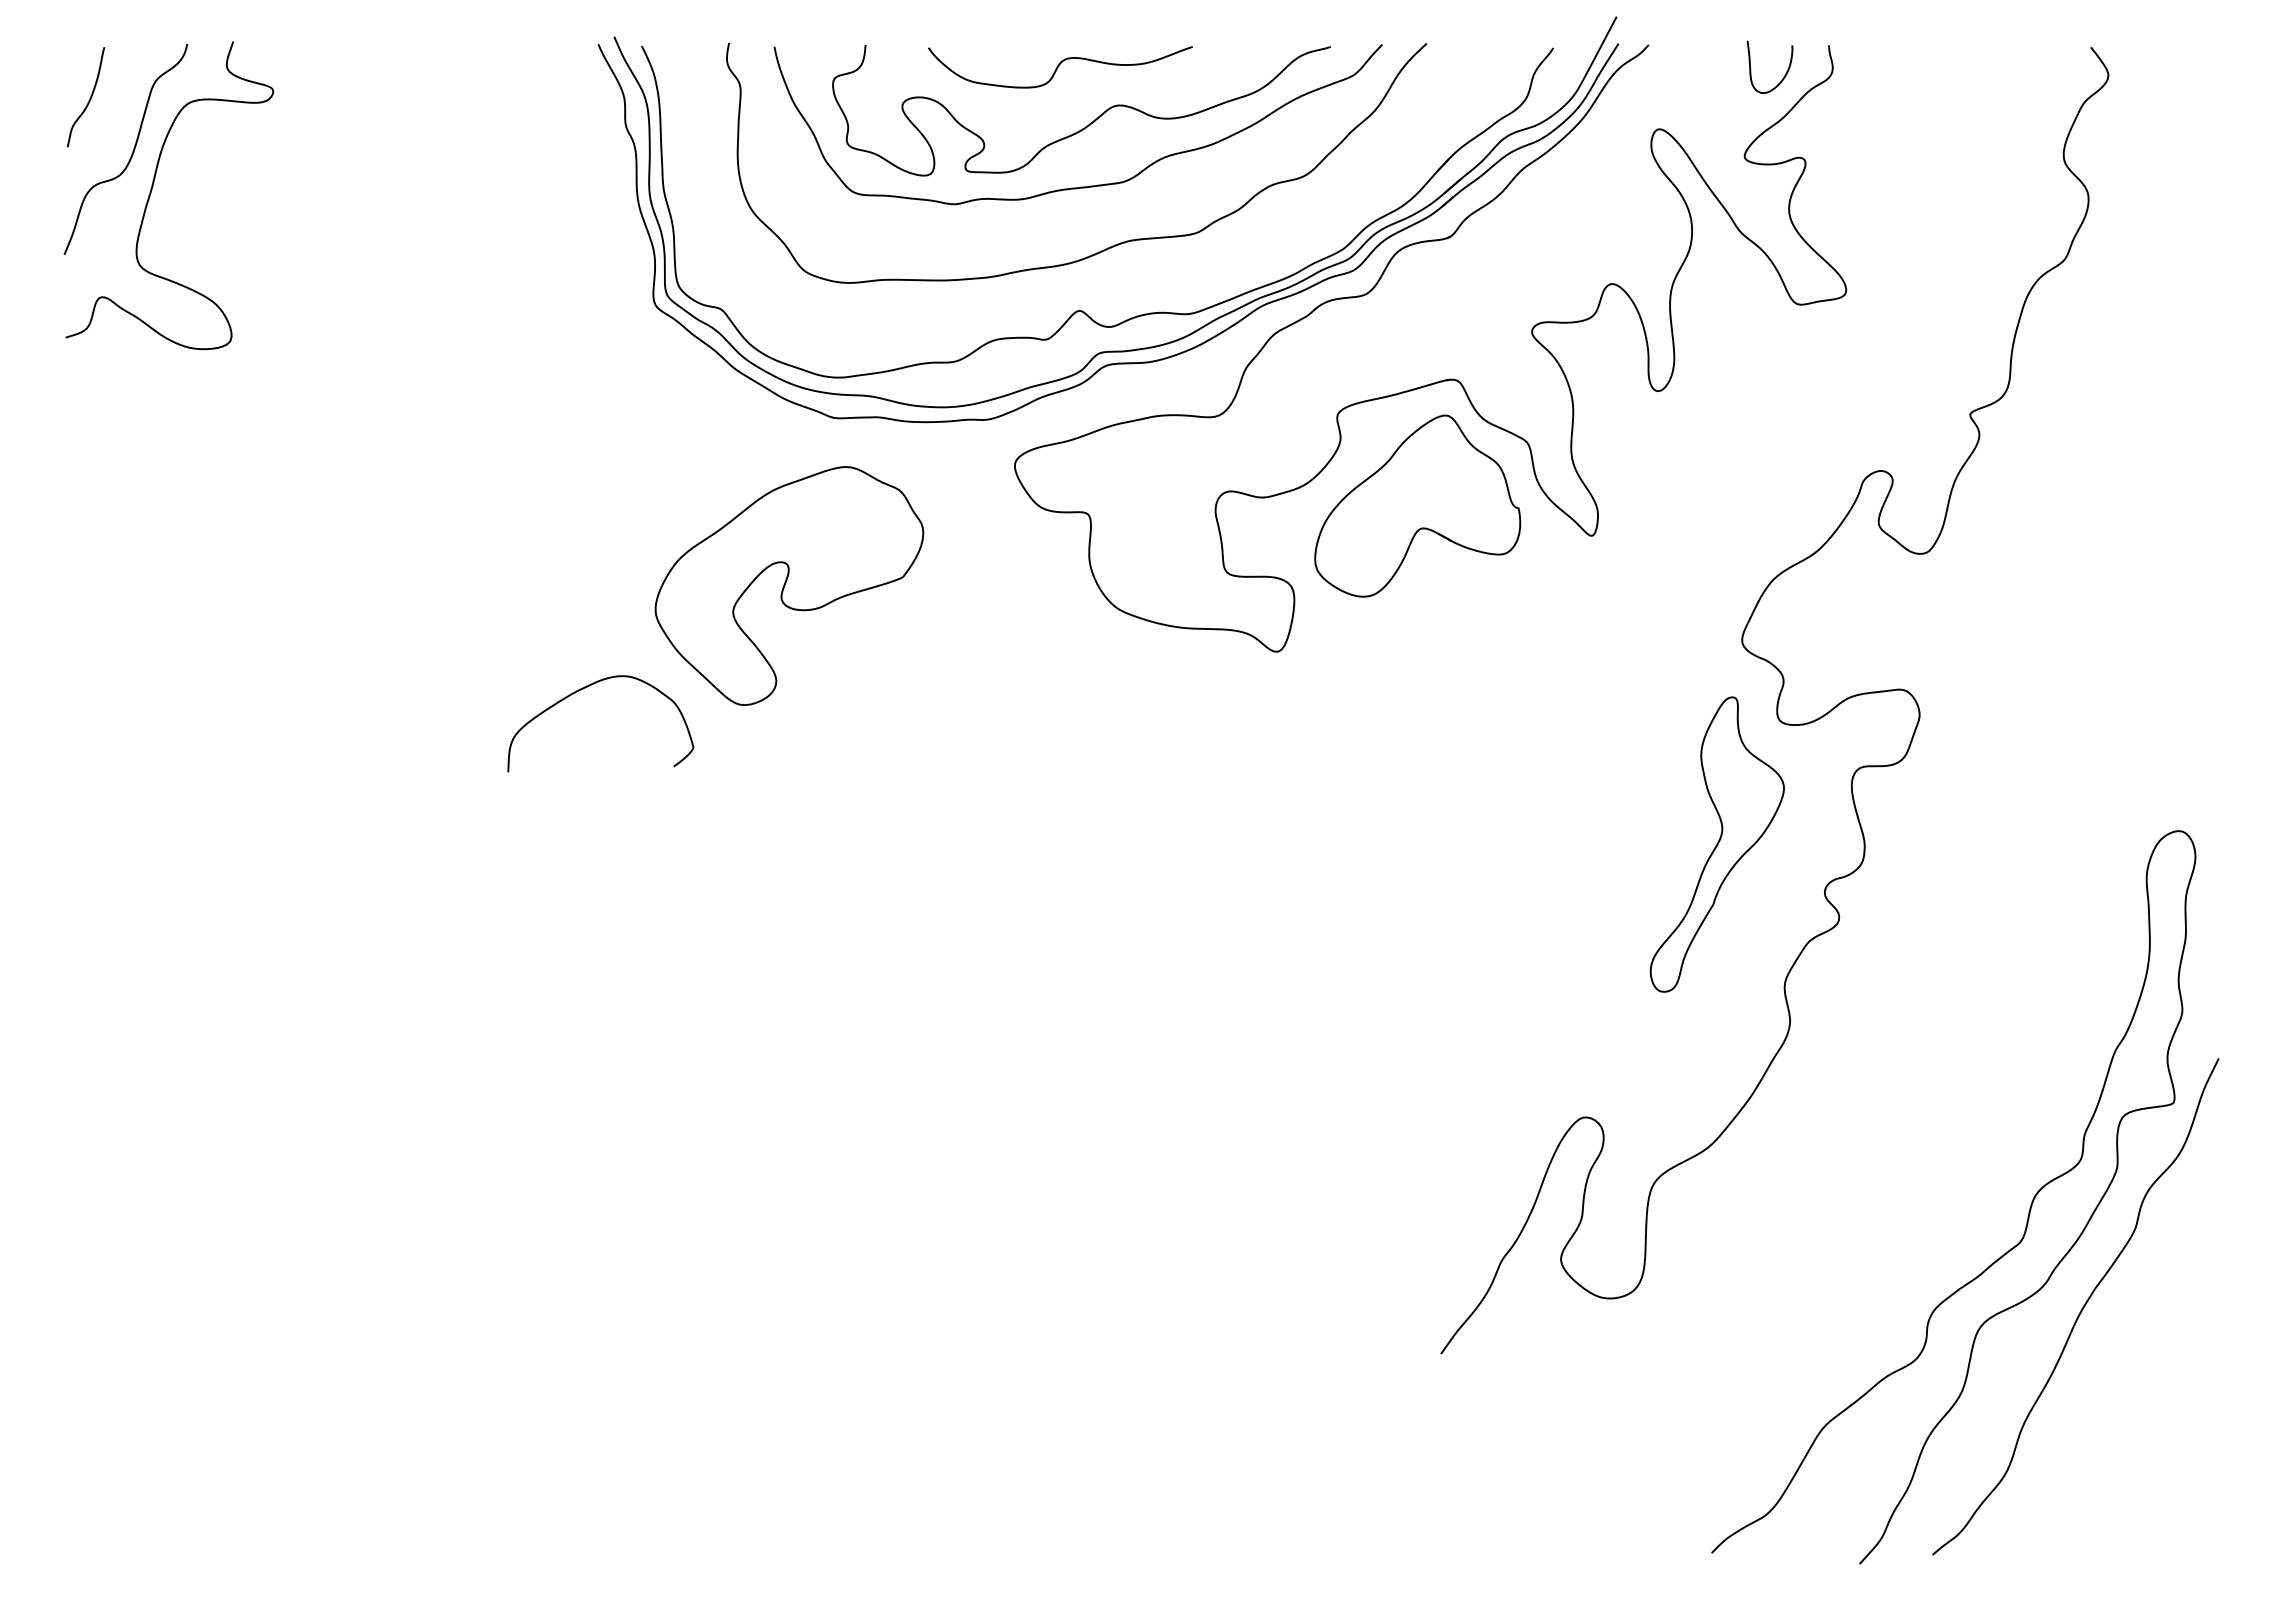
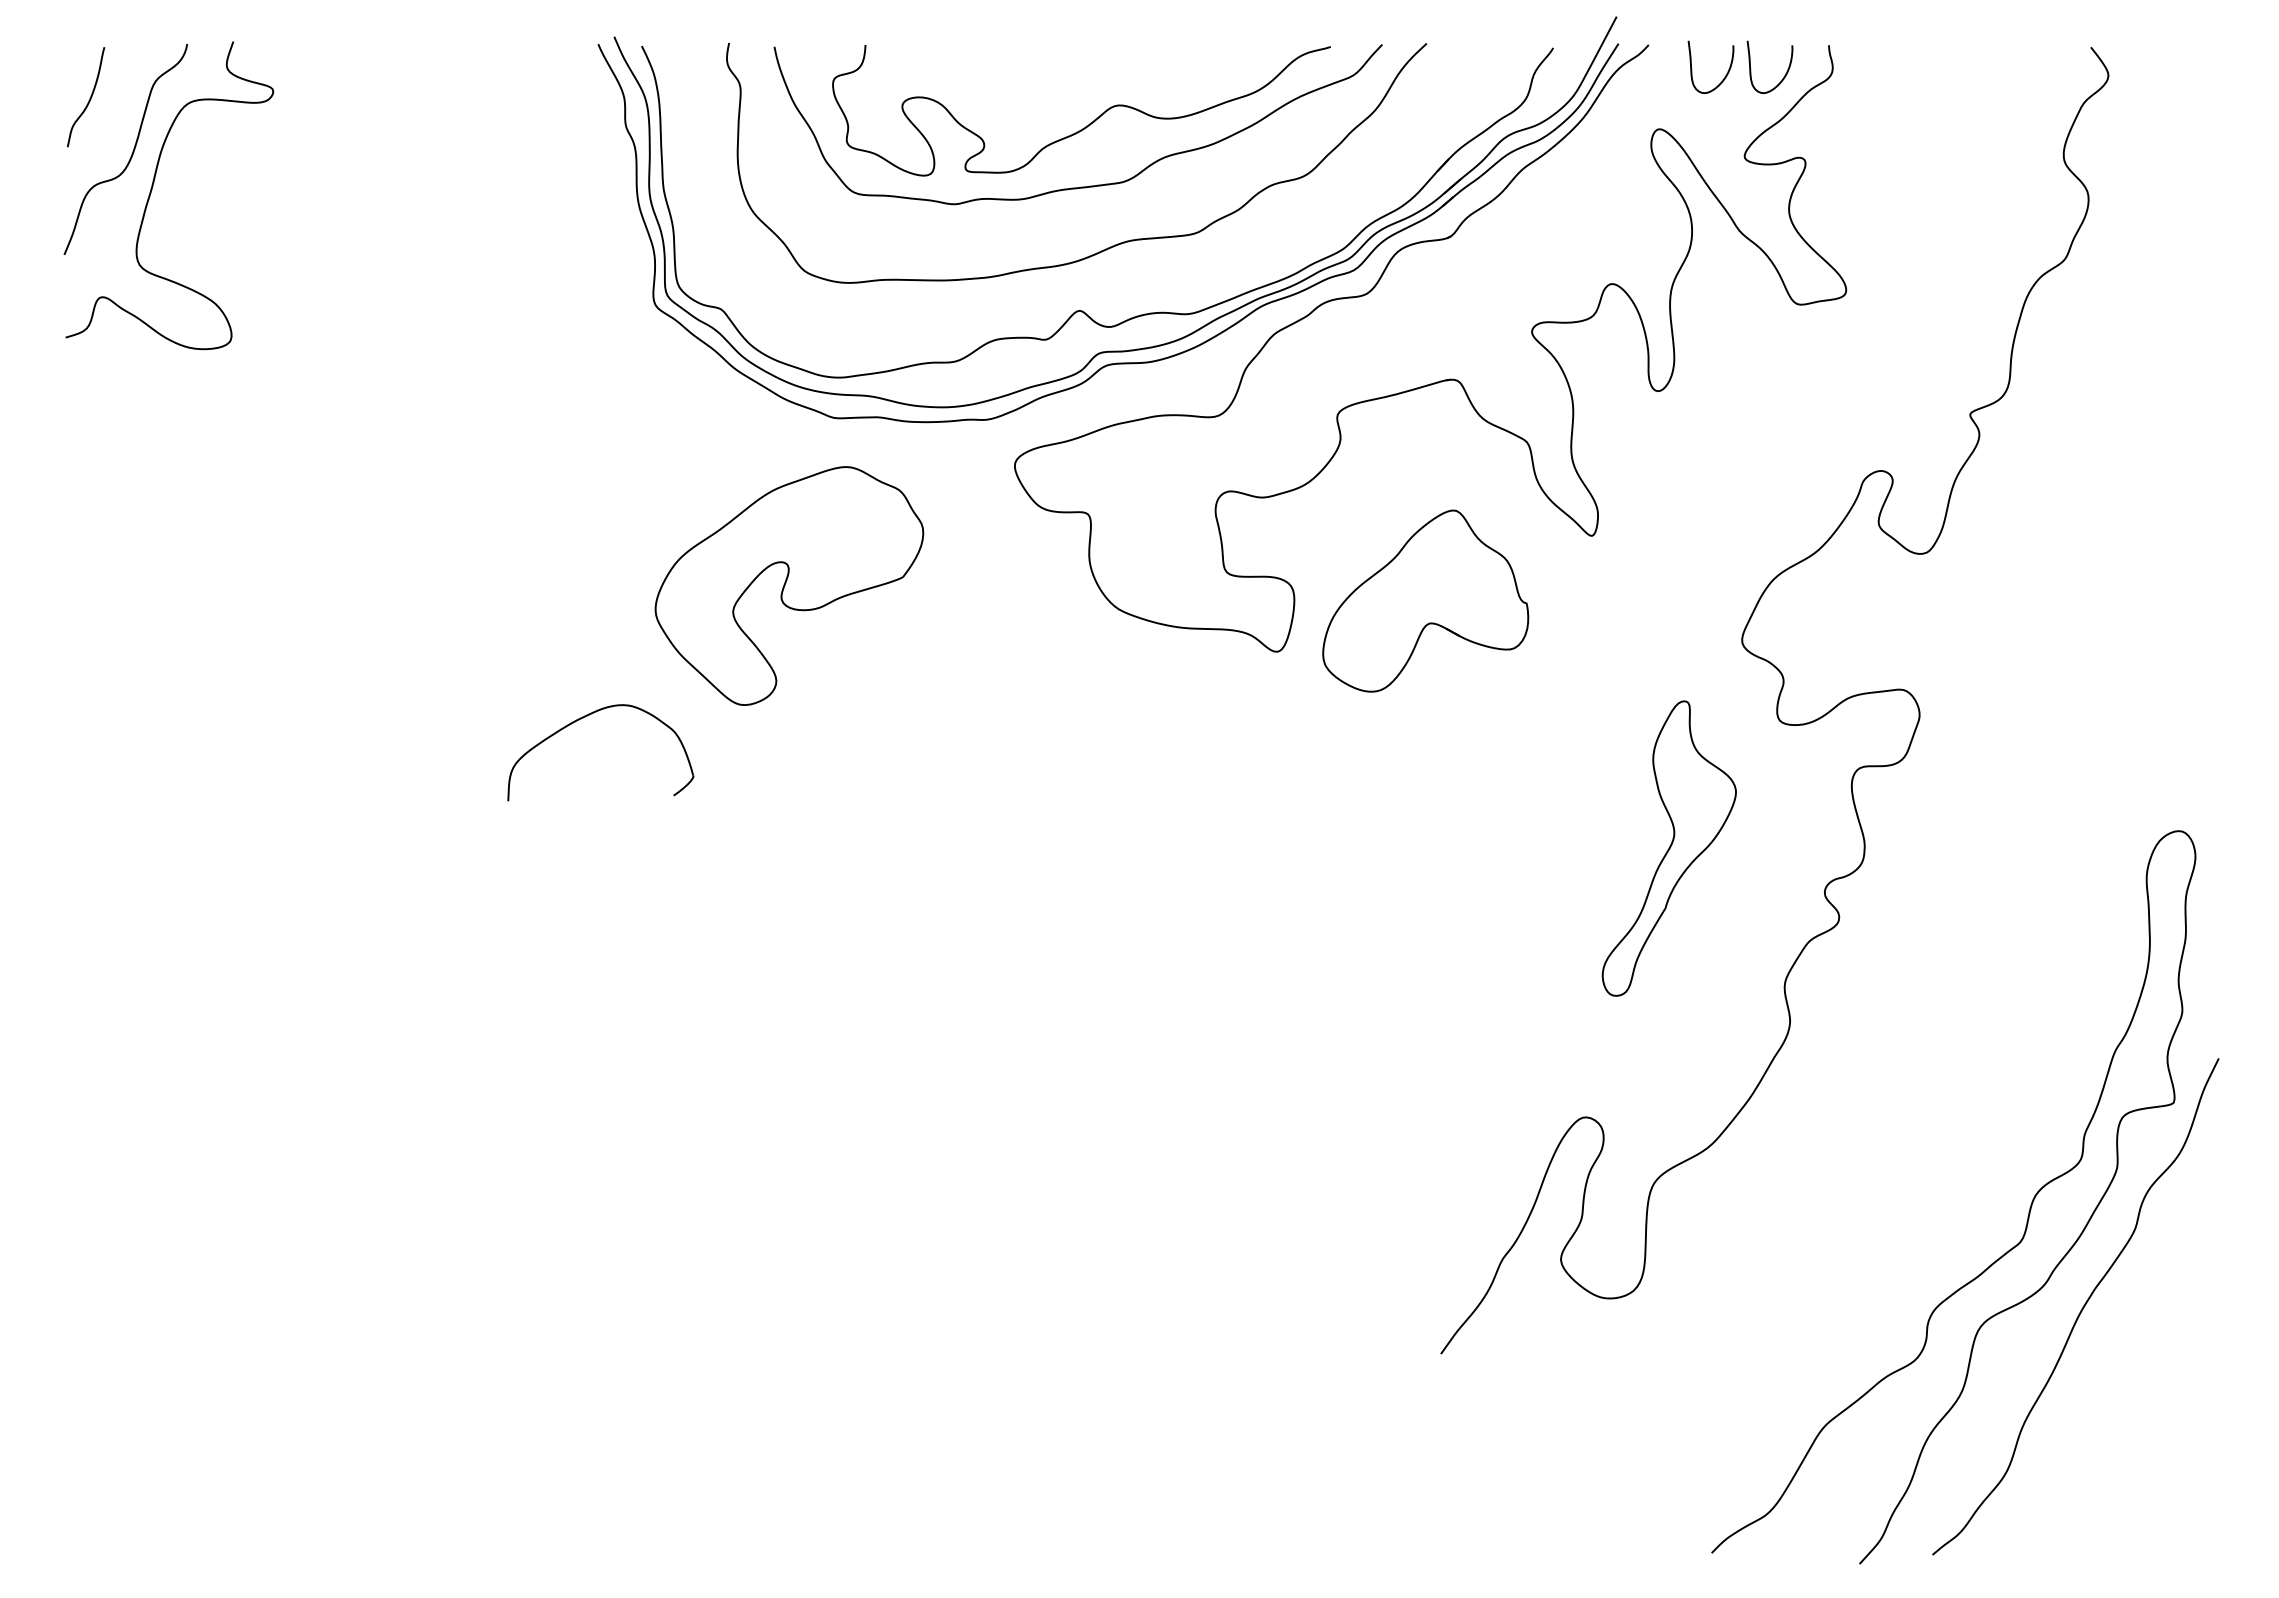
curve at (1059, 66): present -> none
curve at (1726, 73): none -> present
part at (1417, 505) position: (1417, 505) -> (1425, 600)
part at (583, 689) position: (583, 689) -> (583, 718)
part at (1716, 844) position: (1716, 844) -> (1668, 848)
